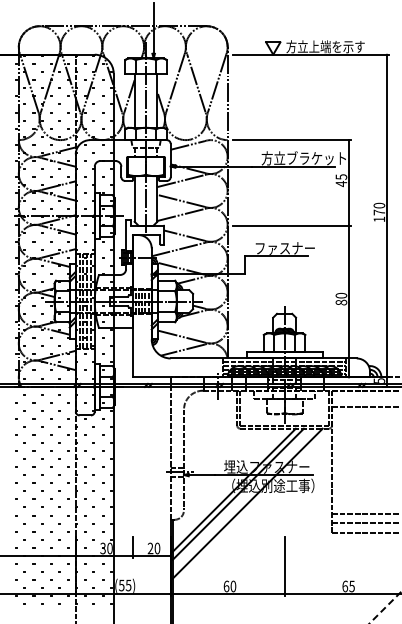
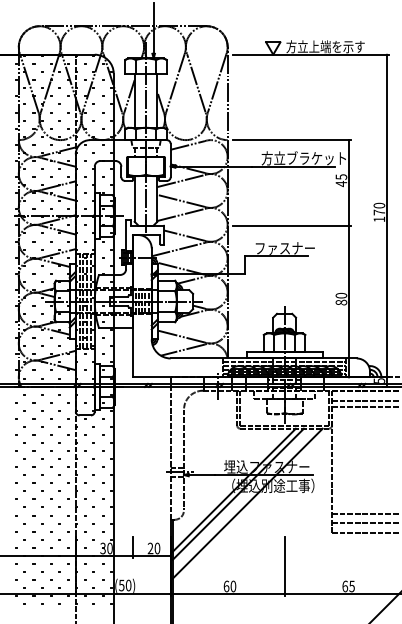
line at (365, 401): none -> present
text at (128, 585): (55) -> (50)
line at (385, 607): dashed -> solid
